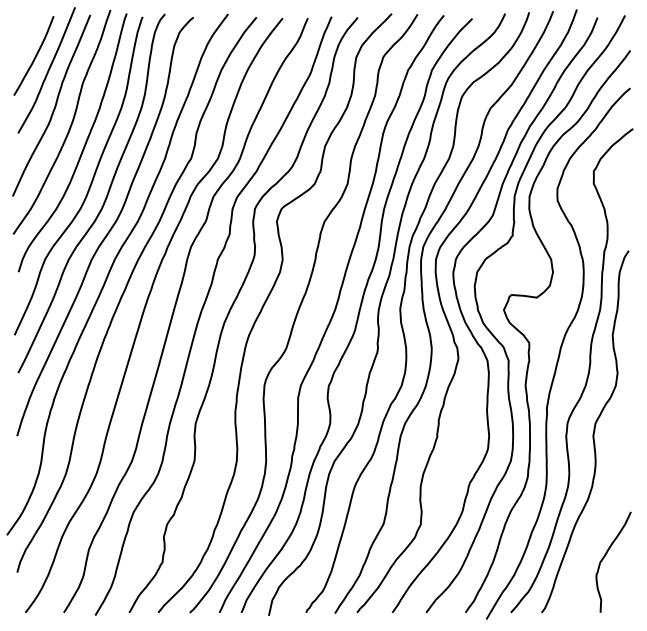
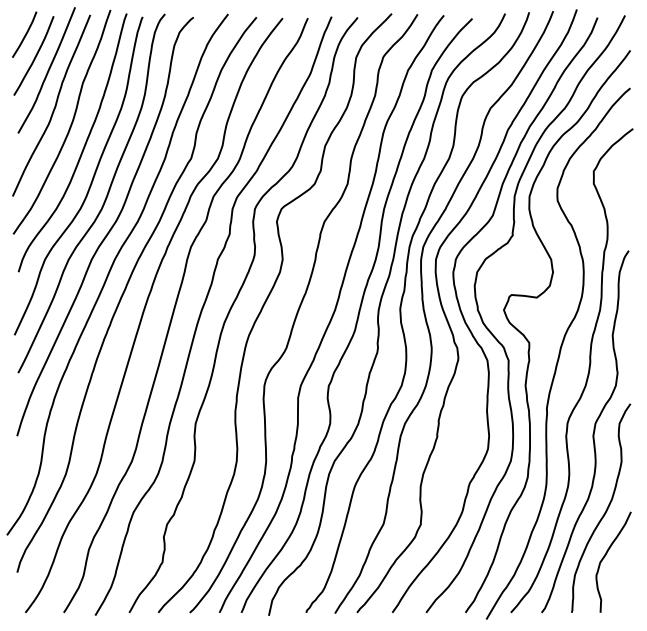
curve at (25, 34): none -> present
curve at (605, 510): none -> present
